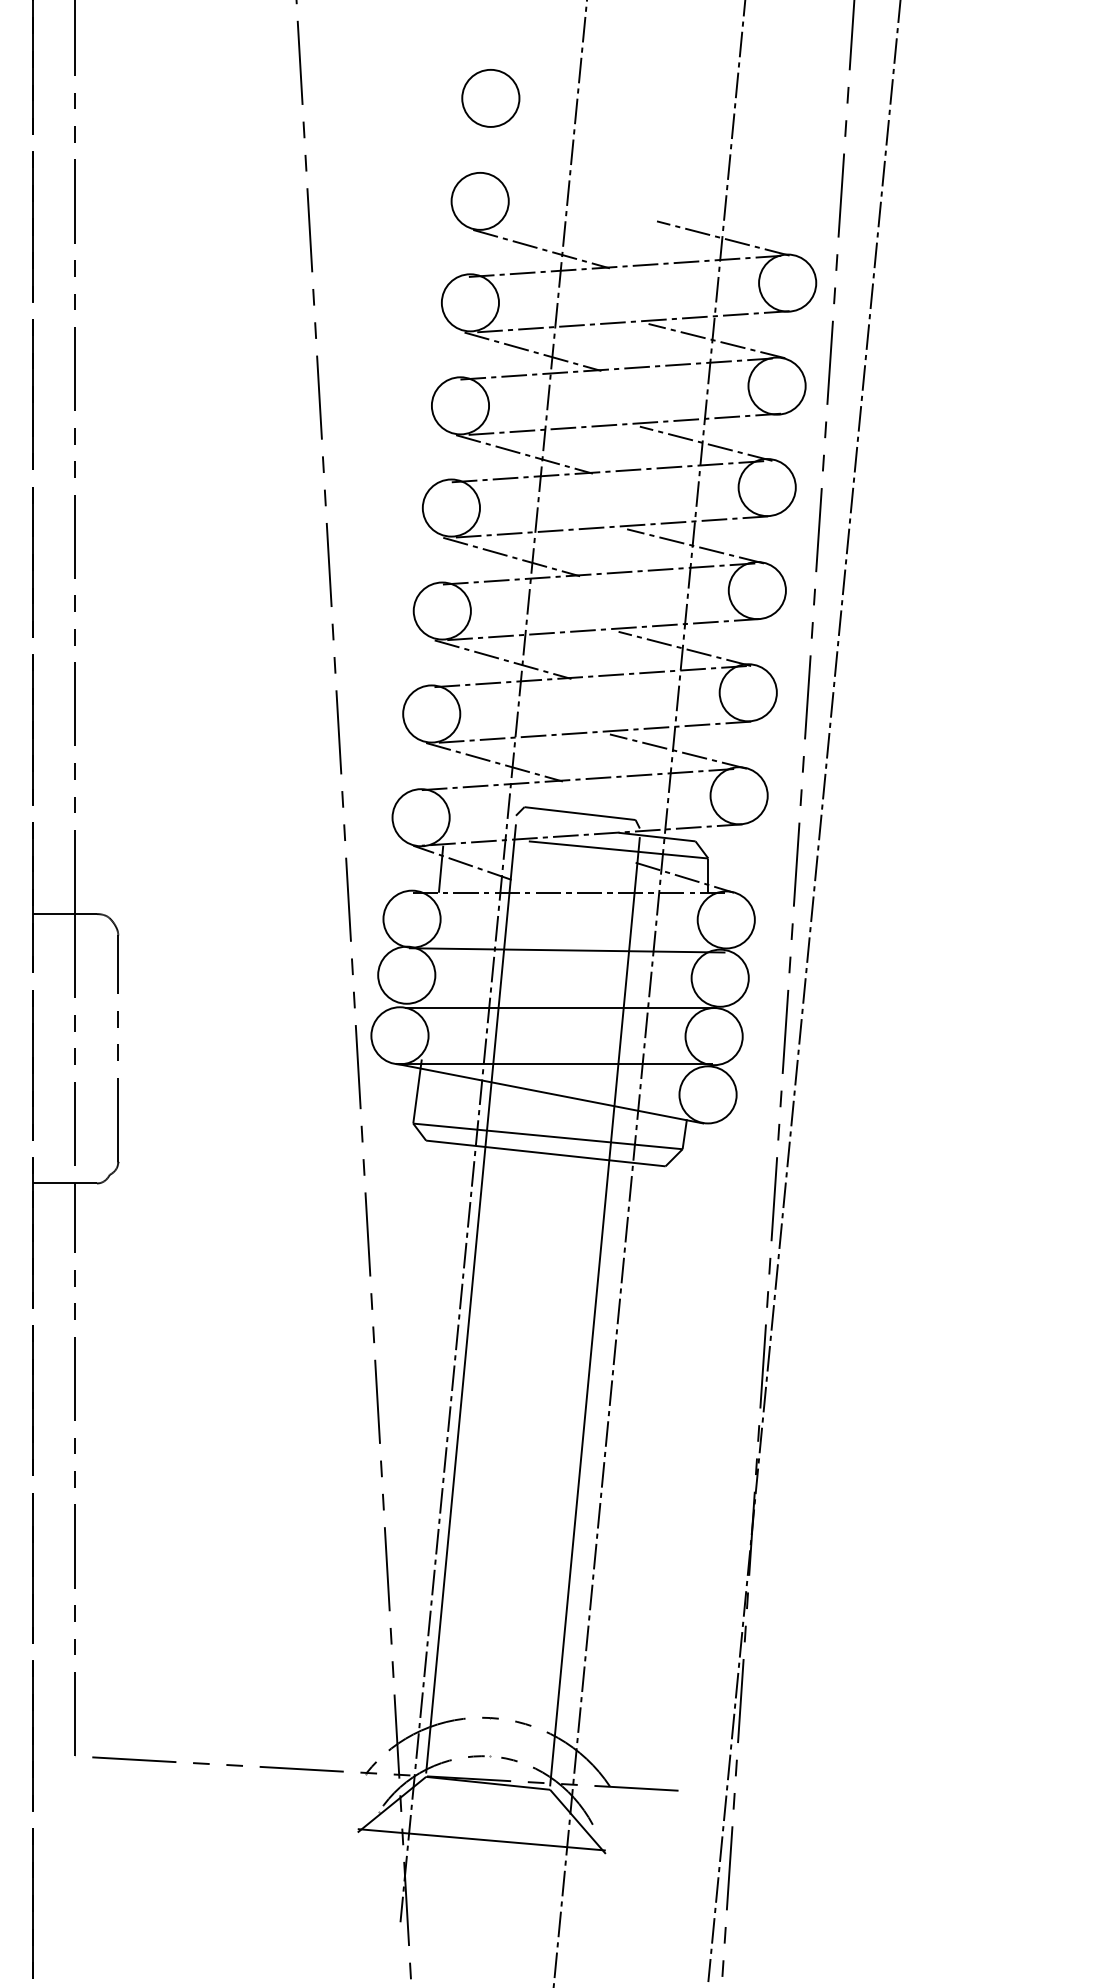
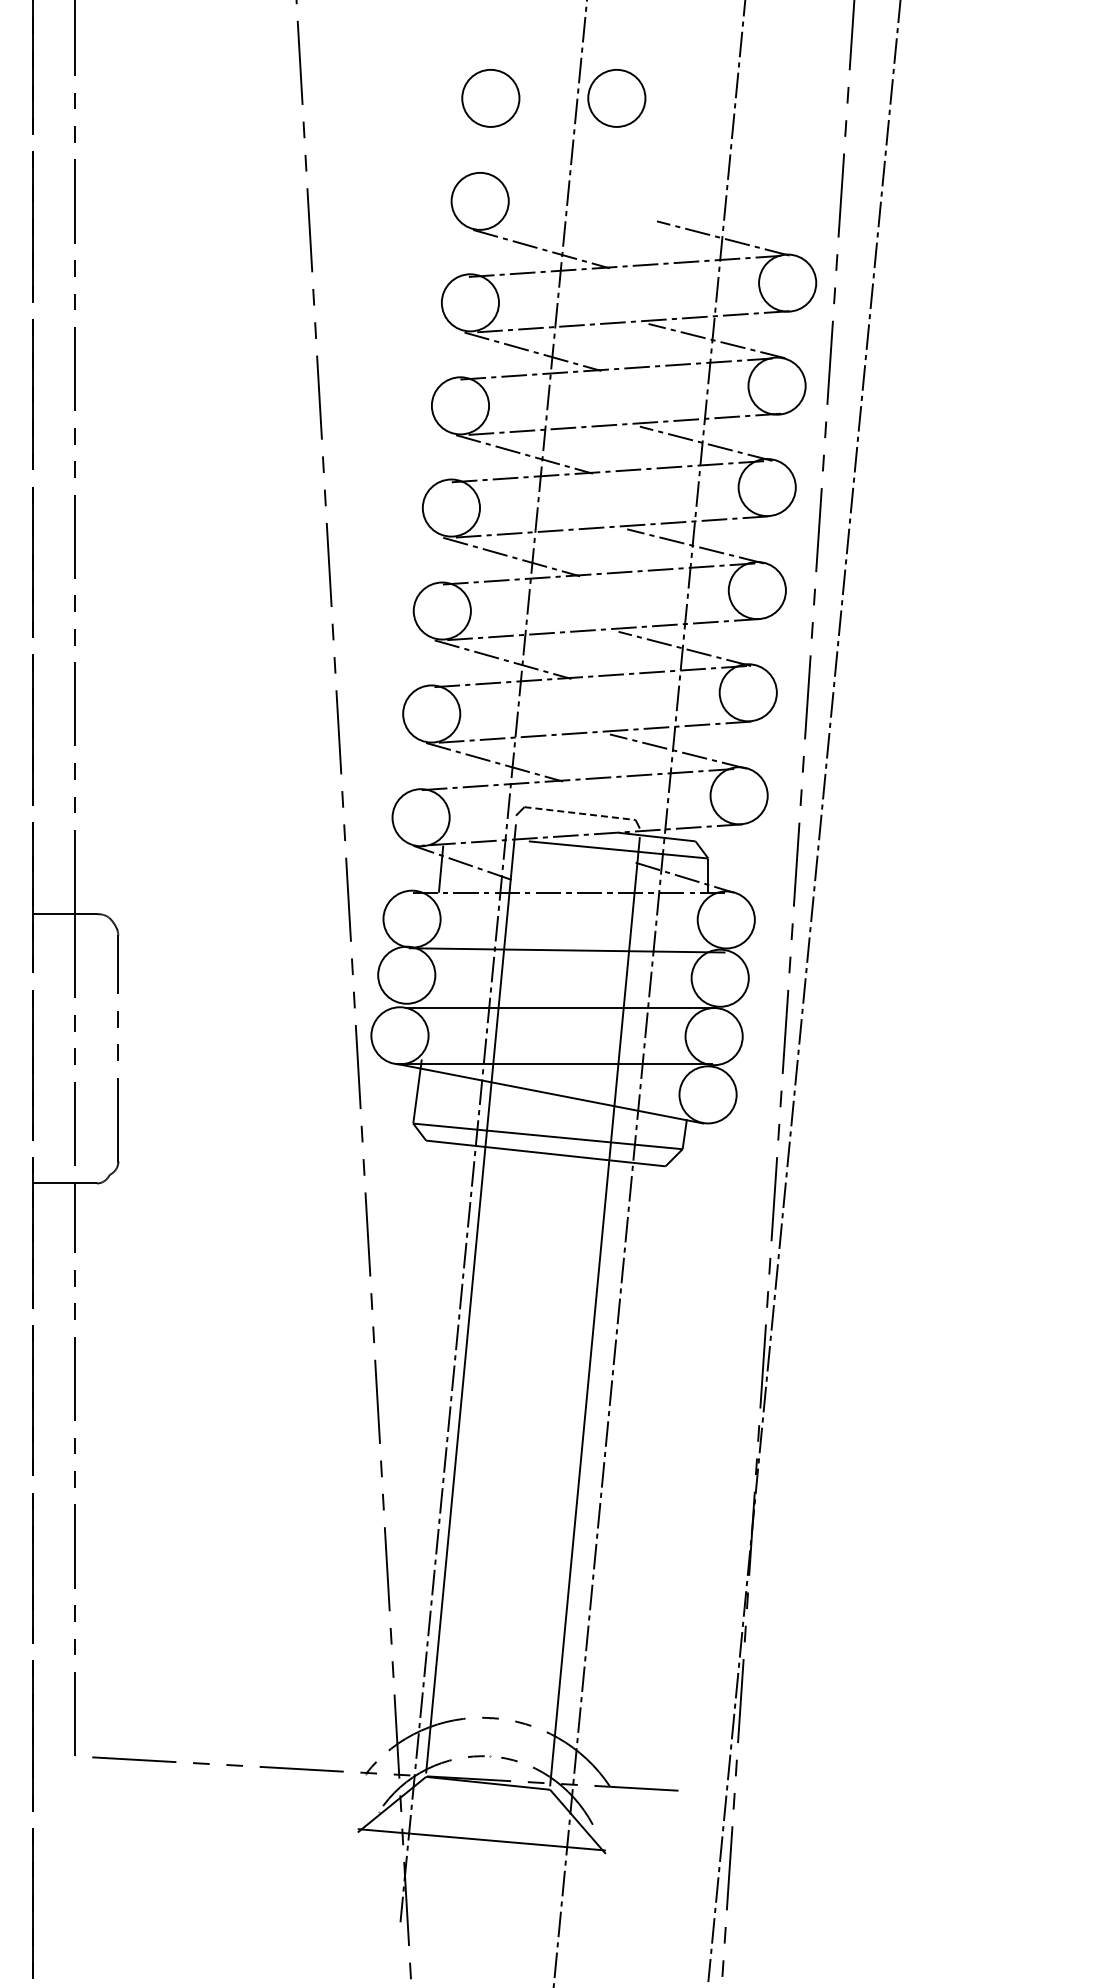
part at (616, 98): none -> present
line at (580, 813): solid -> dashed
